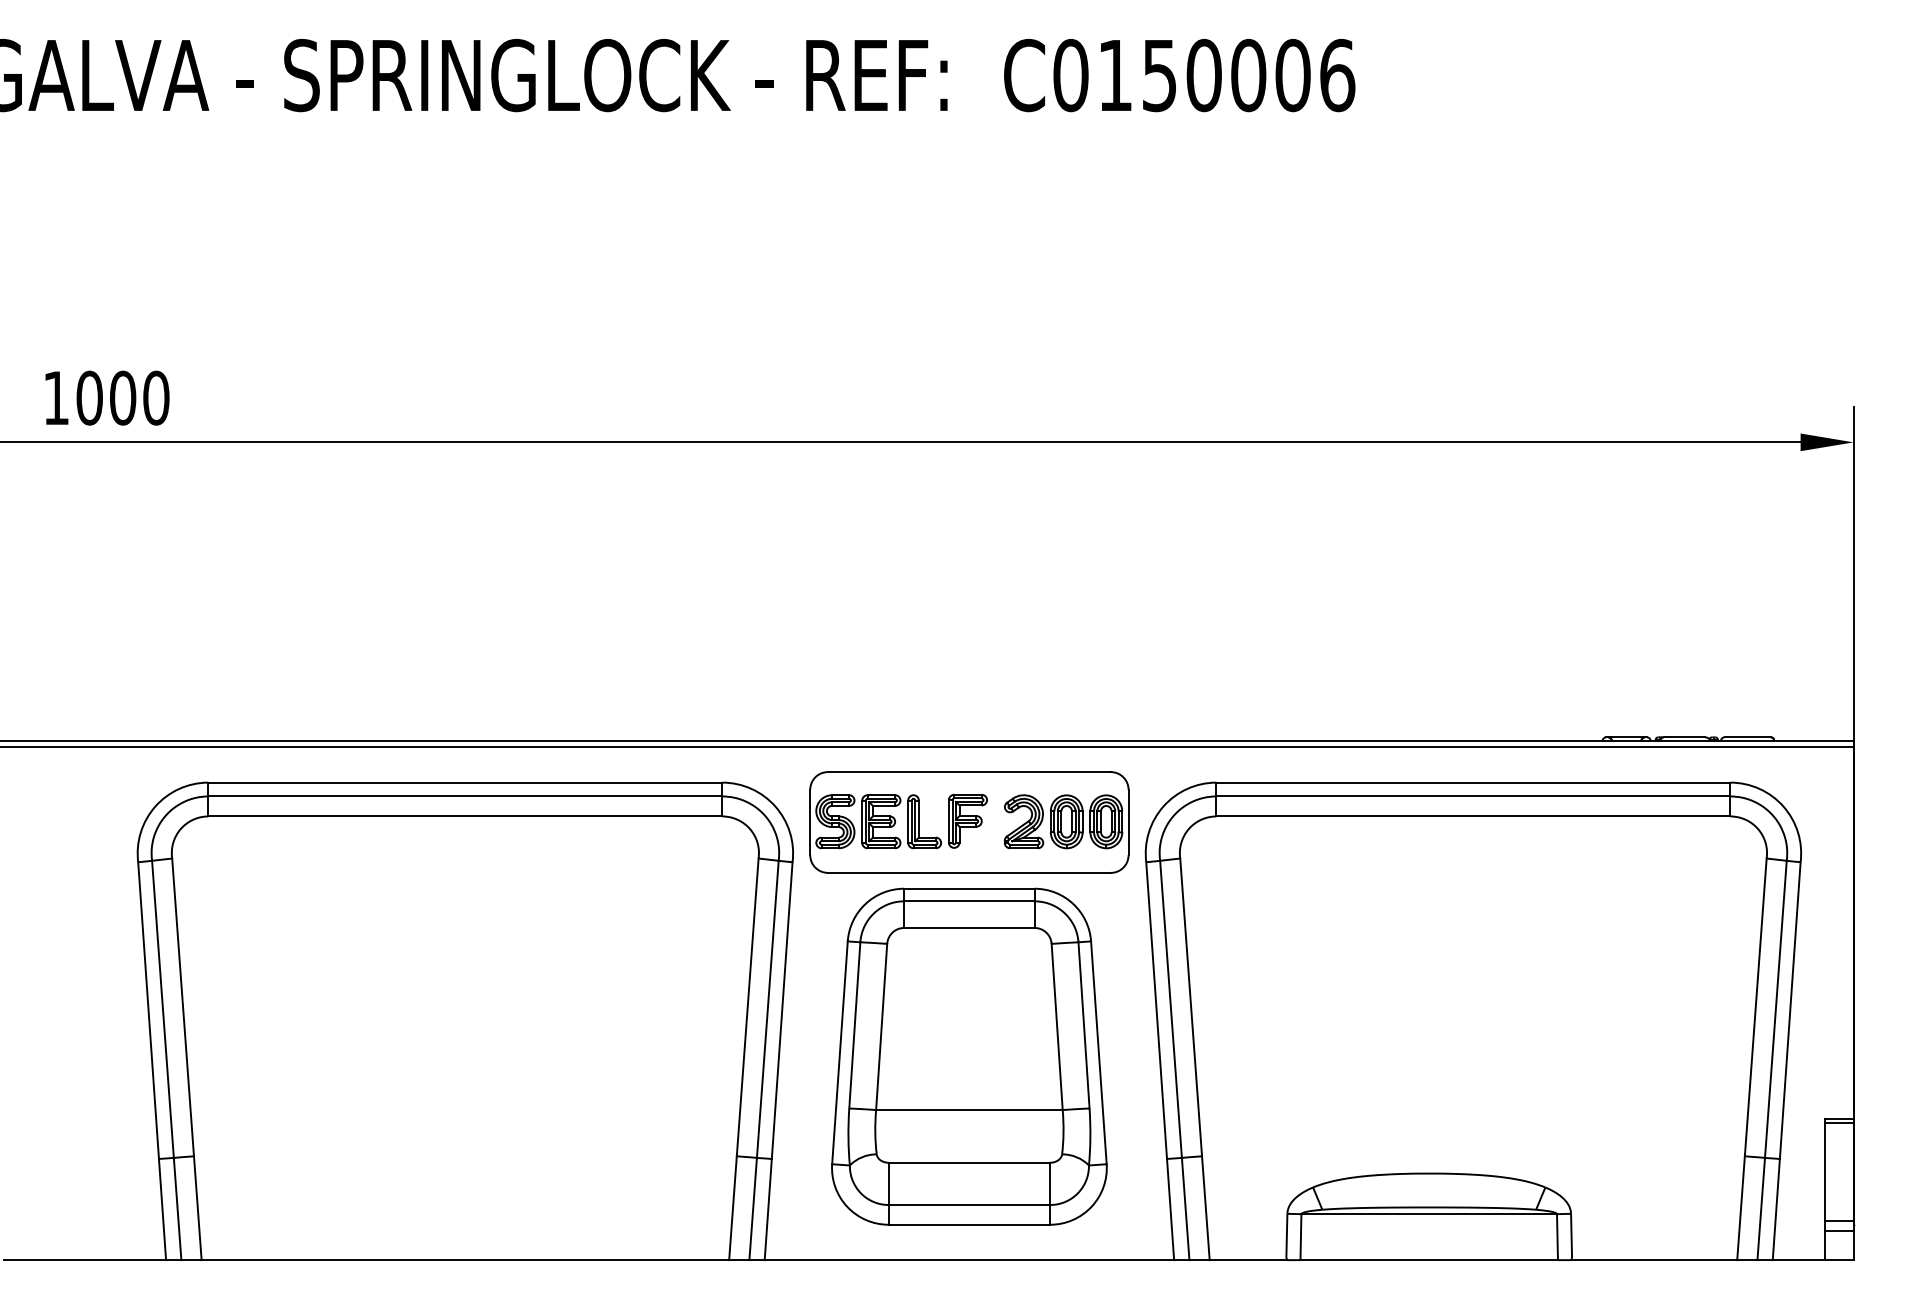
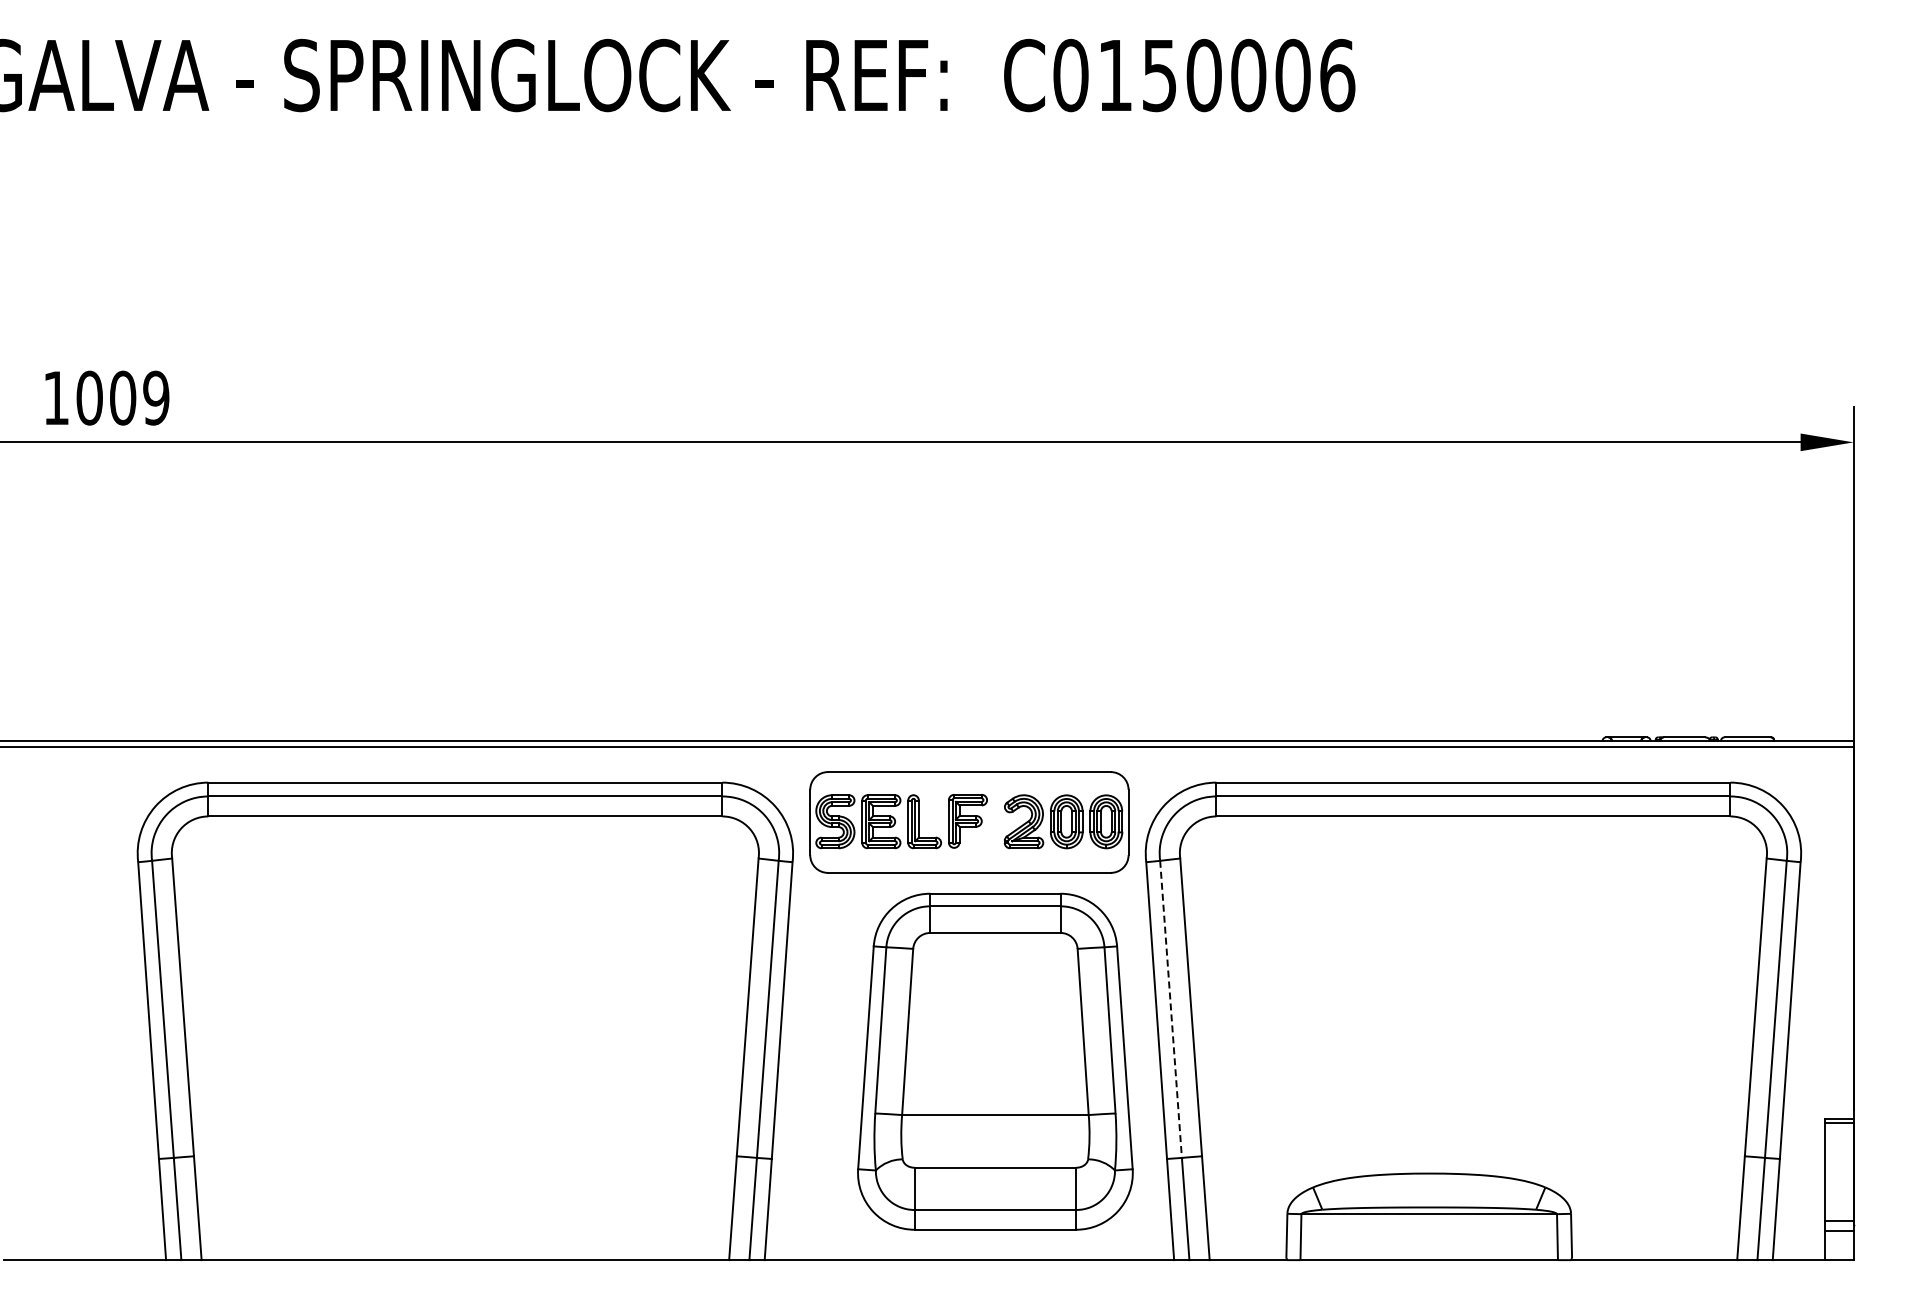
text at (156, 397): 1000 -> 1009
line at (1171, 1009): solid -> dashed
part at (969, 1056) position: (969, 1056) -> (995, 1061)
